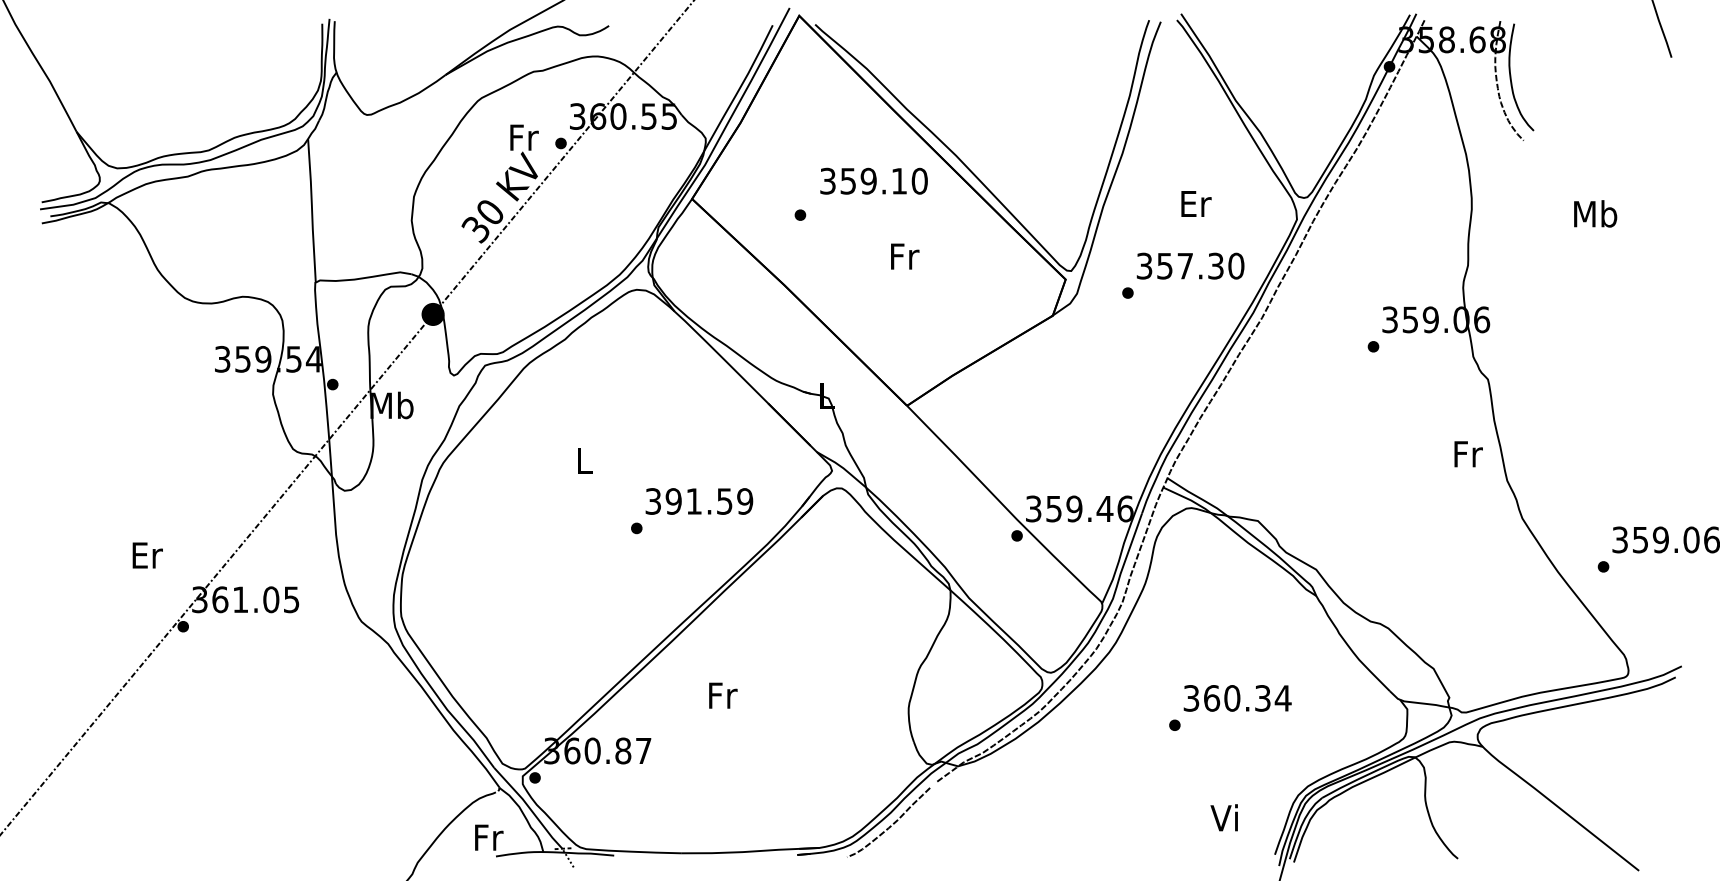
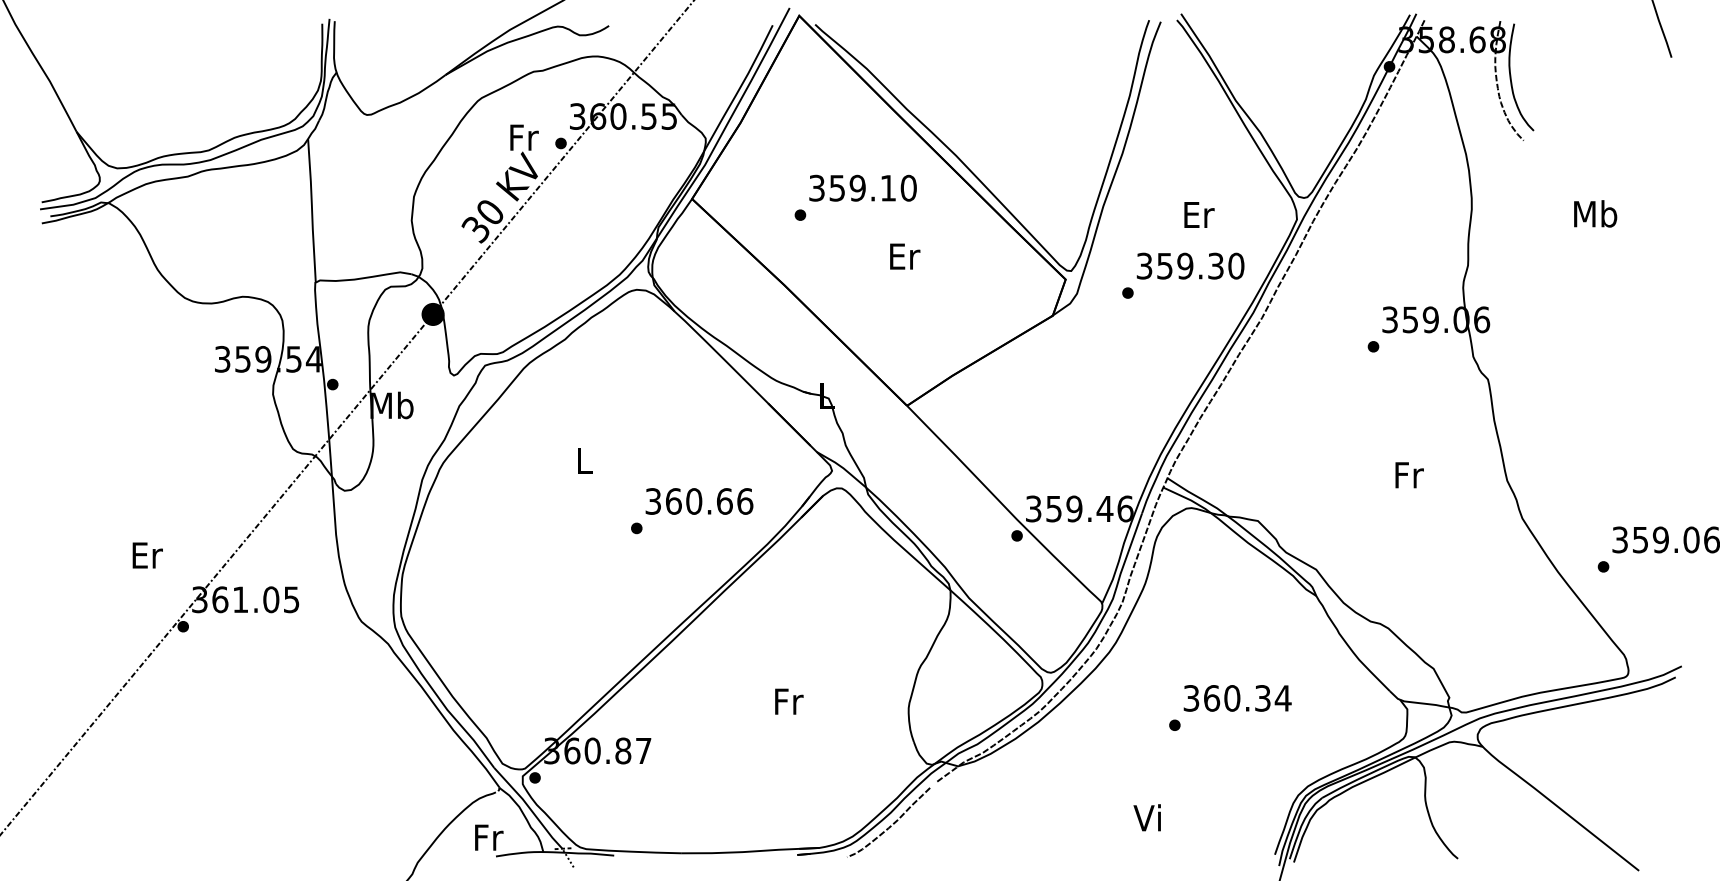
text at (873, 180) position: (873, 180) -> (862, 187)
text at (1196, 203) position: (1196, 203) -> (1199, 214)
text at (905, 256): Fr -> Er
text at (1185, 265): 357.30 -> 359.30
text at (1468, 454) position: (1468, 454) -> (1409, 475)
text at (709, 501): 391.59 -> 360.66
text at (723, 695) position: (723, 695) -> (789, 701)
text at (1223, 817) position: (1223, 817) -> (1146, 817)
